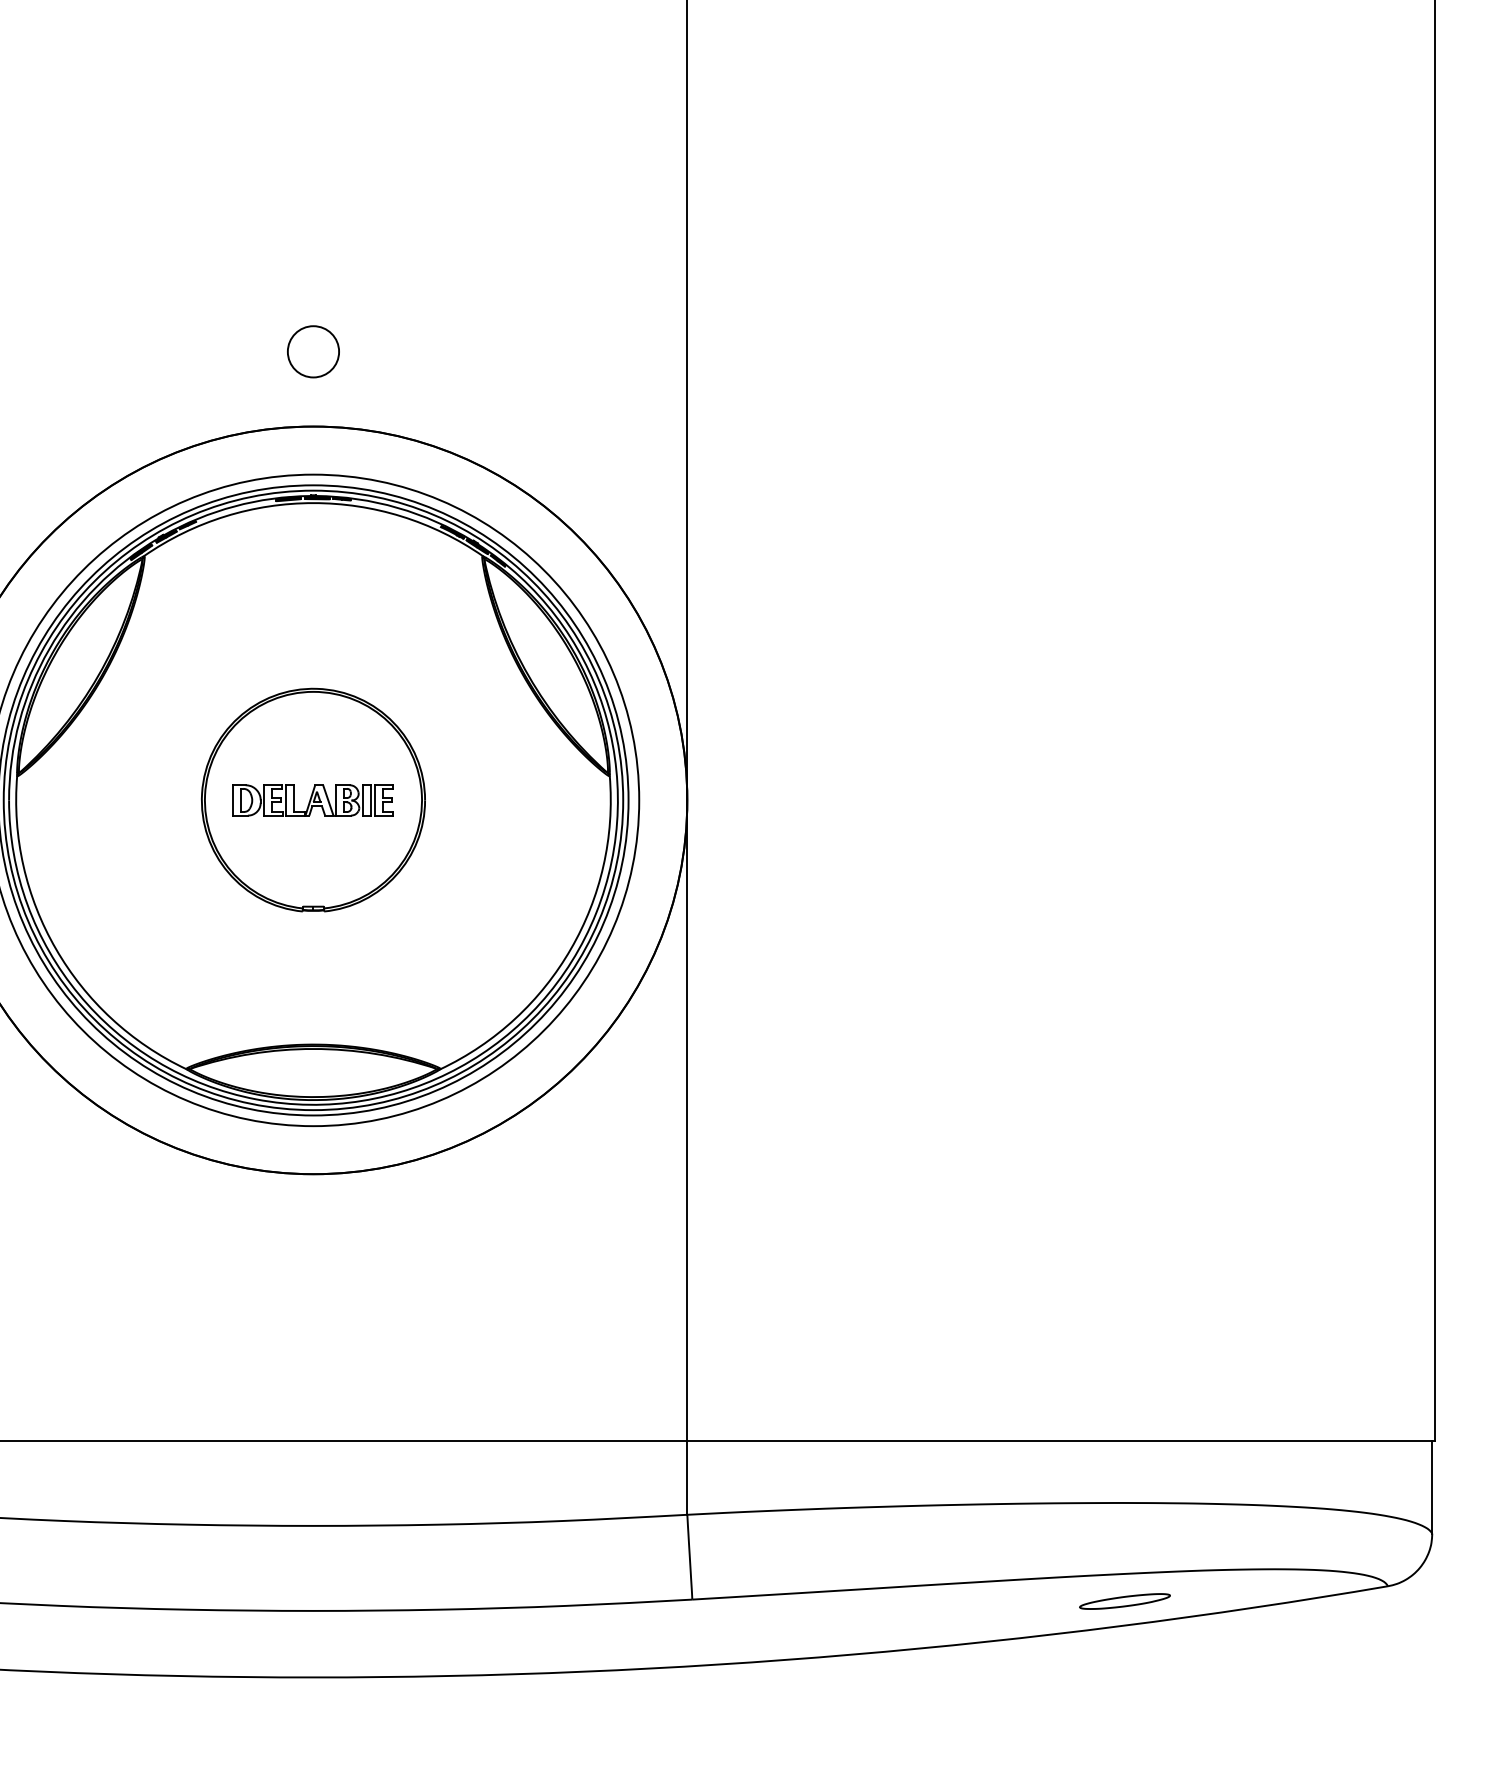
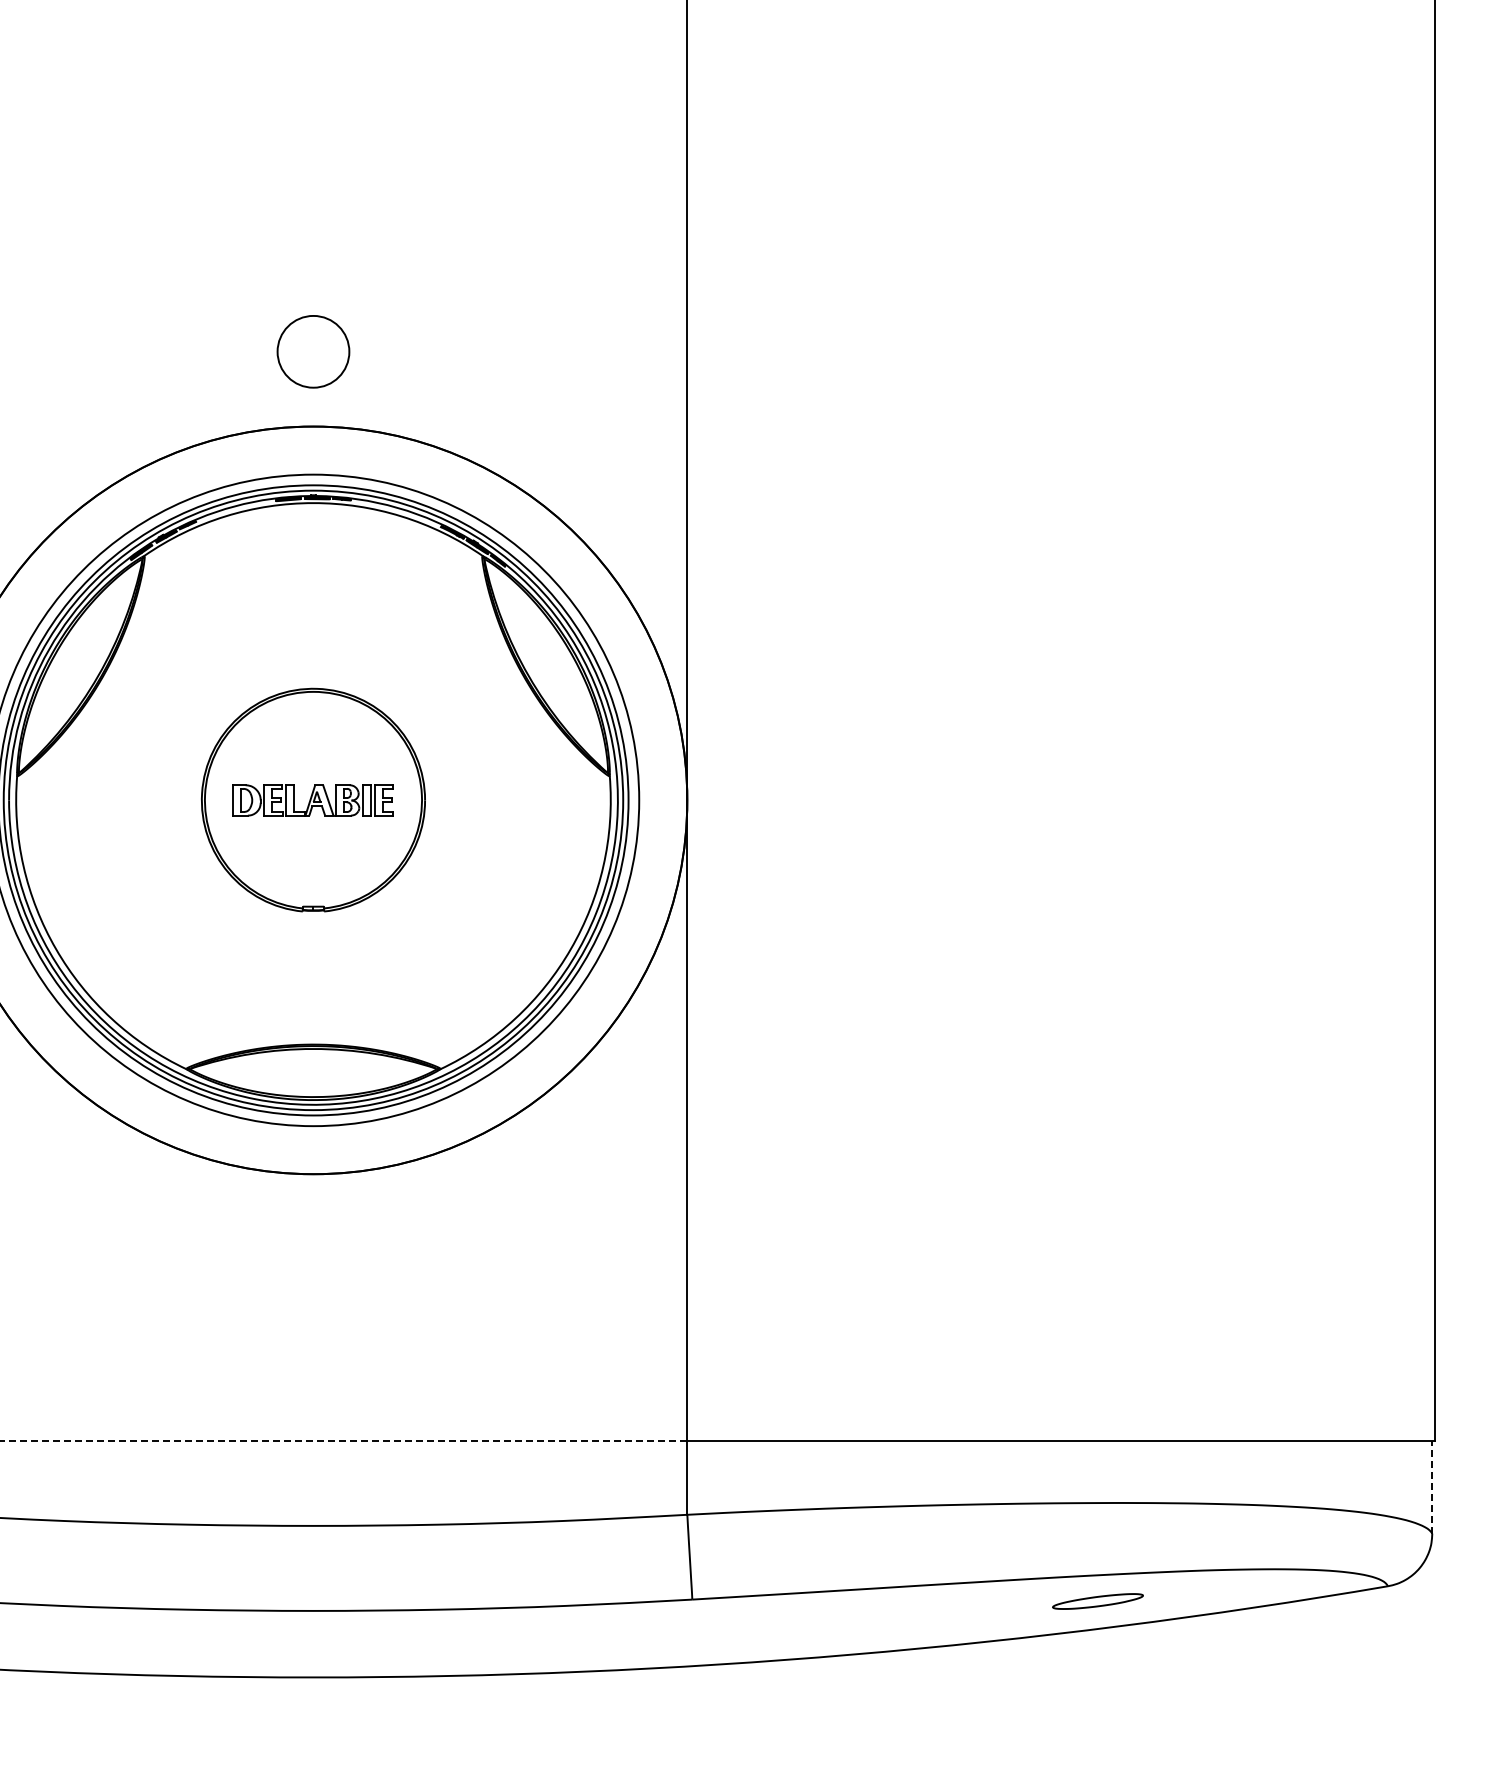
circle at (313, 351) diameter: 51 px -> 72 px
line at (343, 1441): solid -> dashed
line at (1432, 1486): solid -> dashed
part at (1124, 1601) position: (1124, 1601) -> (1097, 1601)
